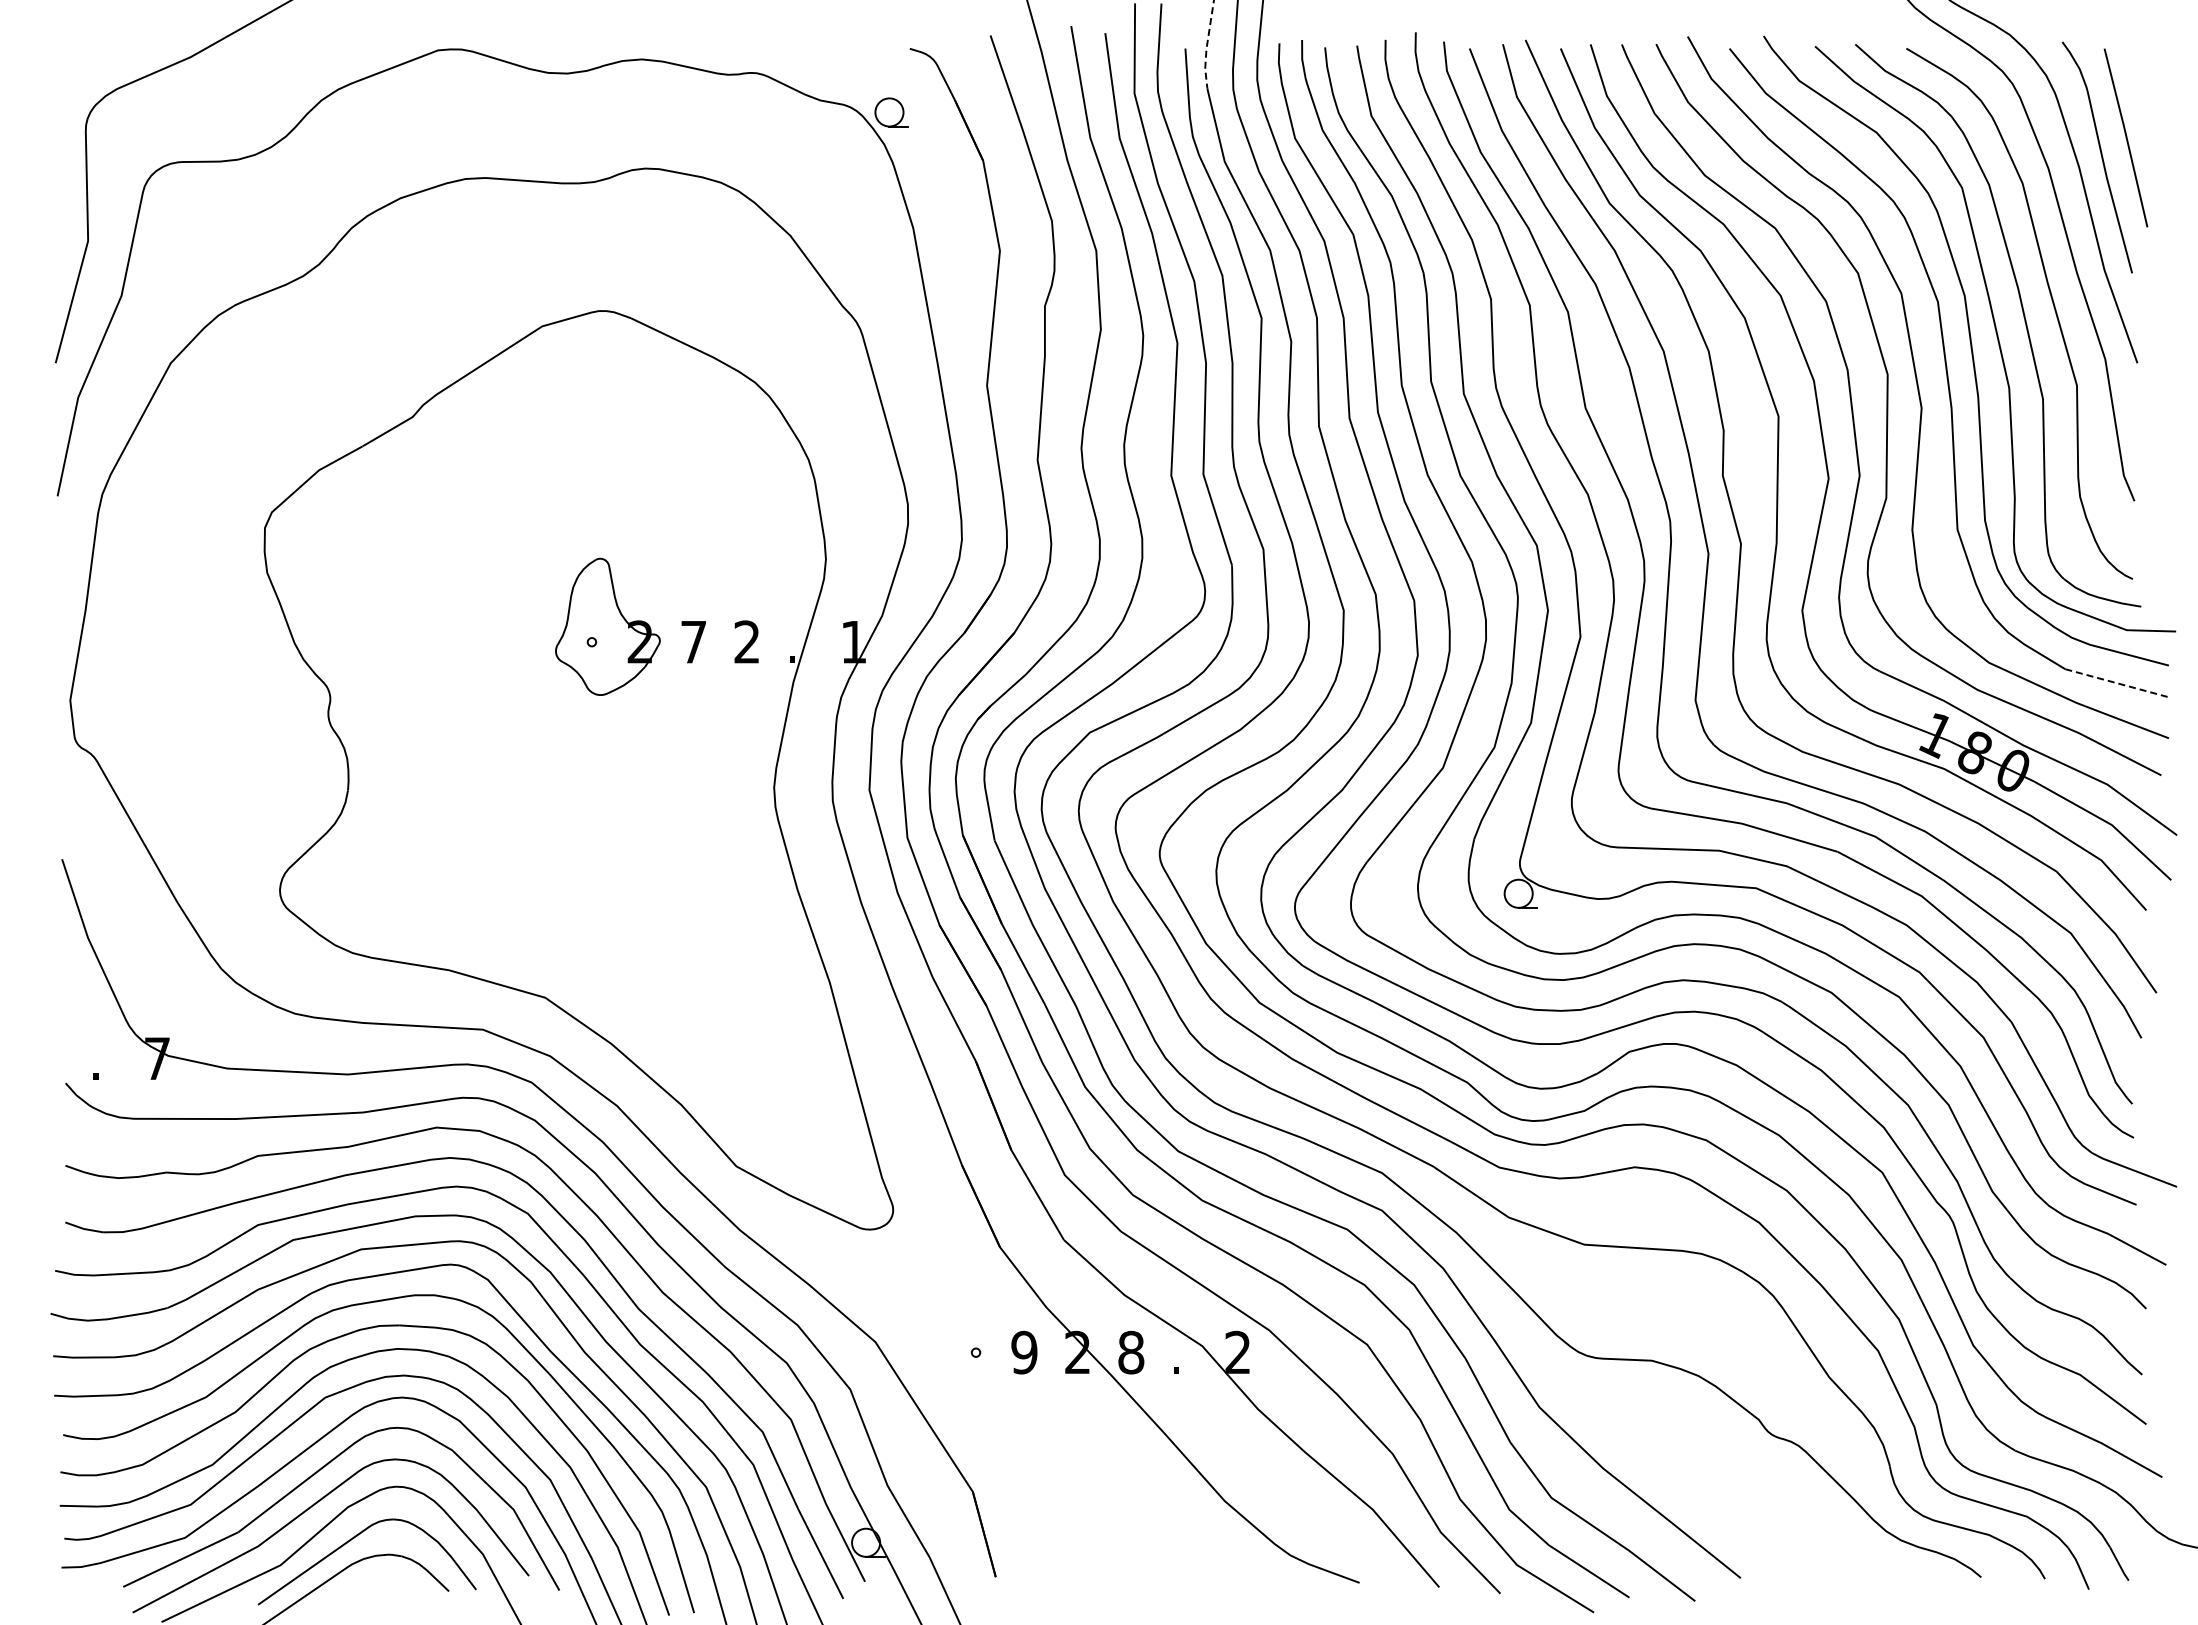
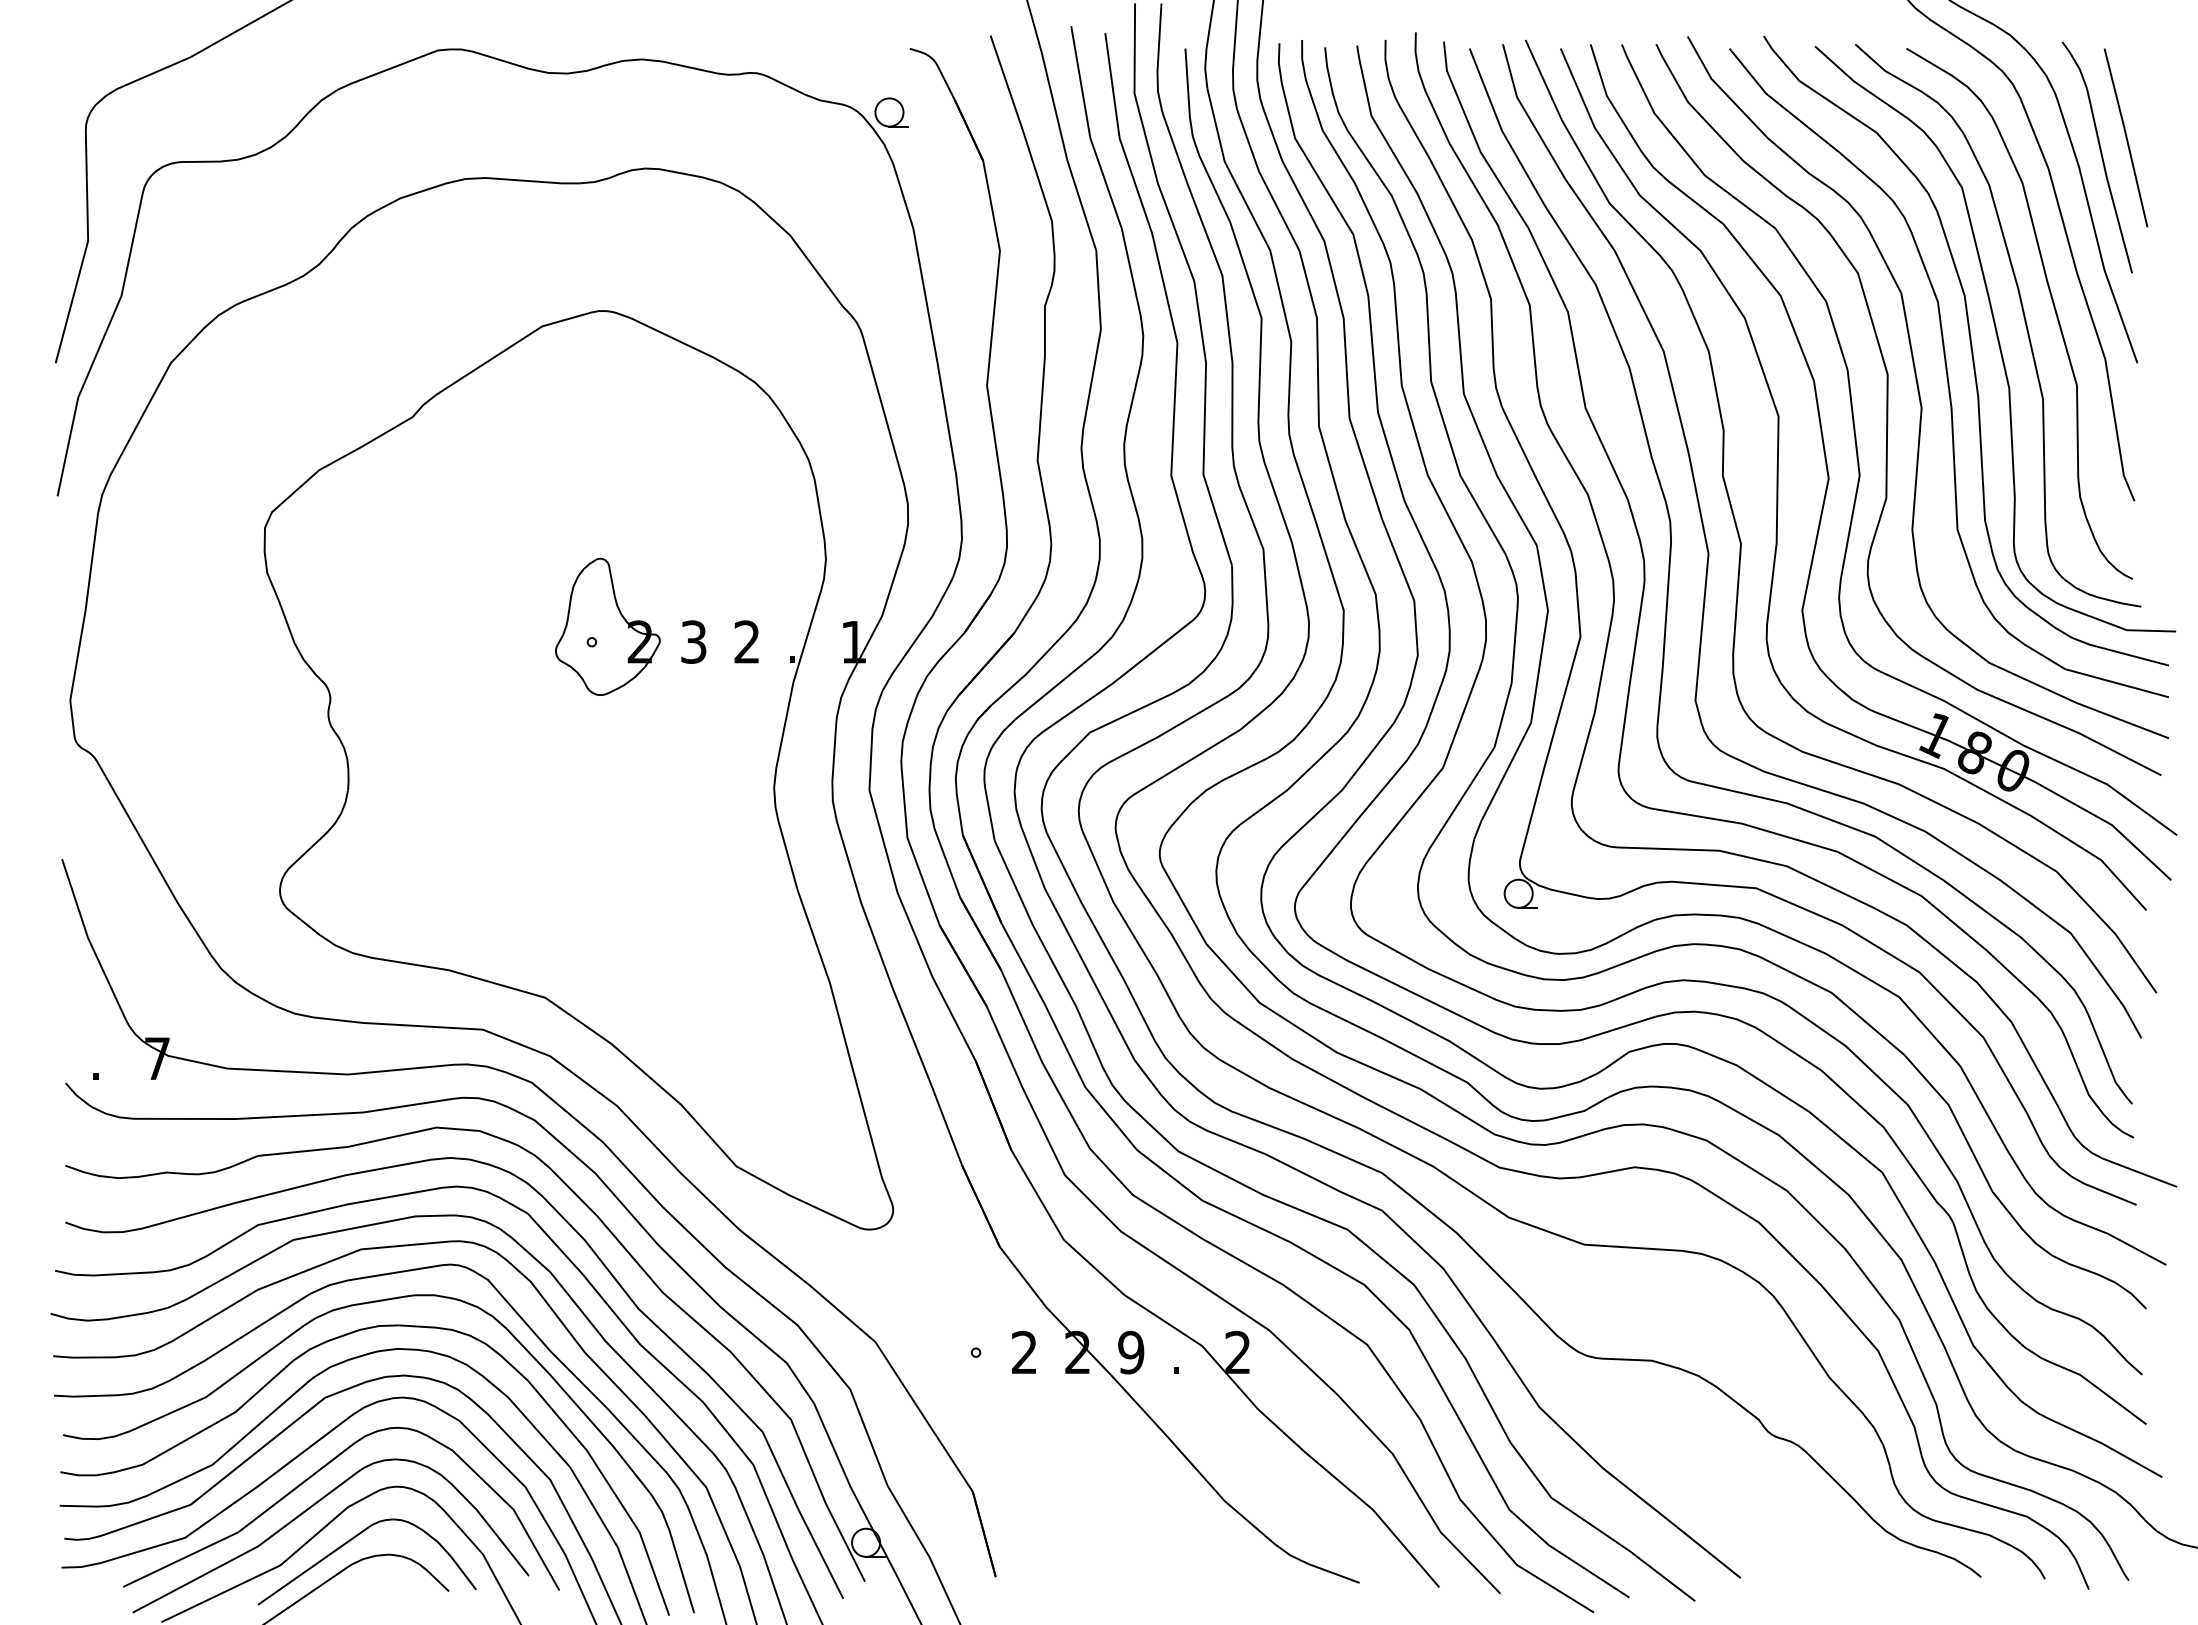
line at (1207, 45): dashed -> solid
text at (693, 641): 7 -> 3
line at (2117, 683): dashed -> solid
text at (1024, 1352): 9 -> 2
text at (1131, 1352): 8 -> 9
